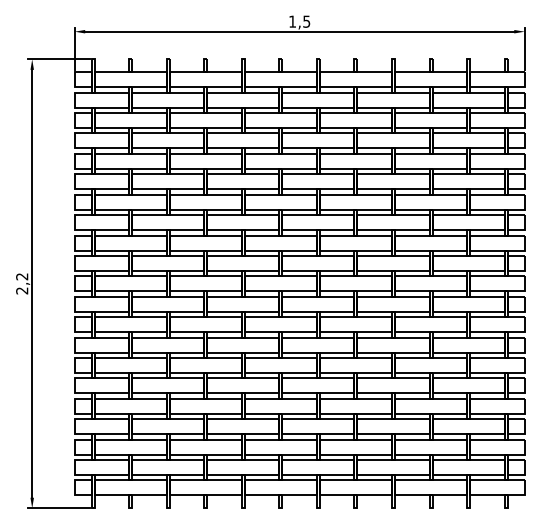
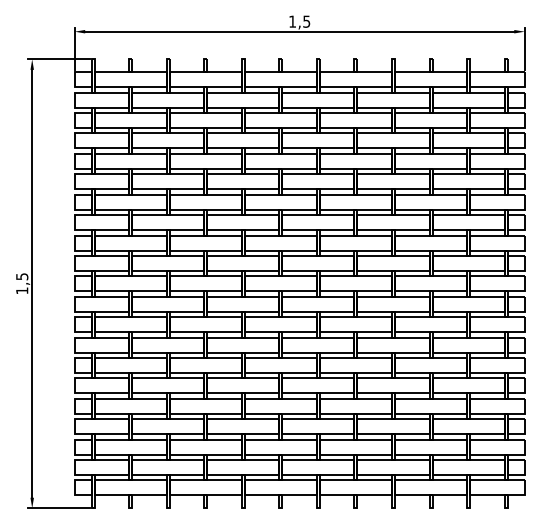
text at (22, 283): 2,2 -> 1,5
